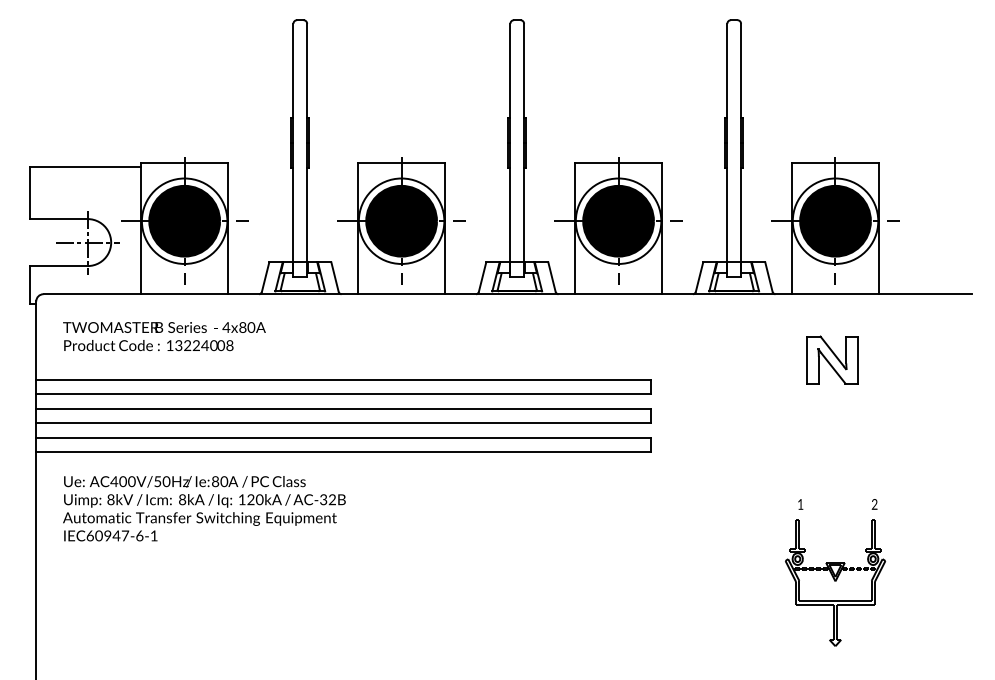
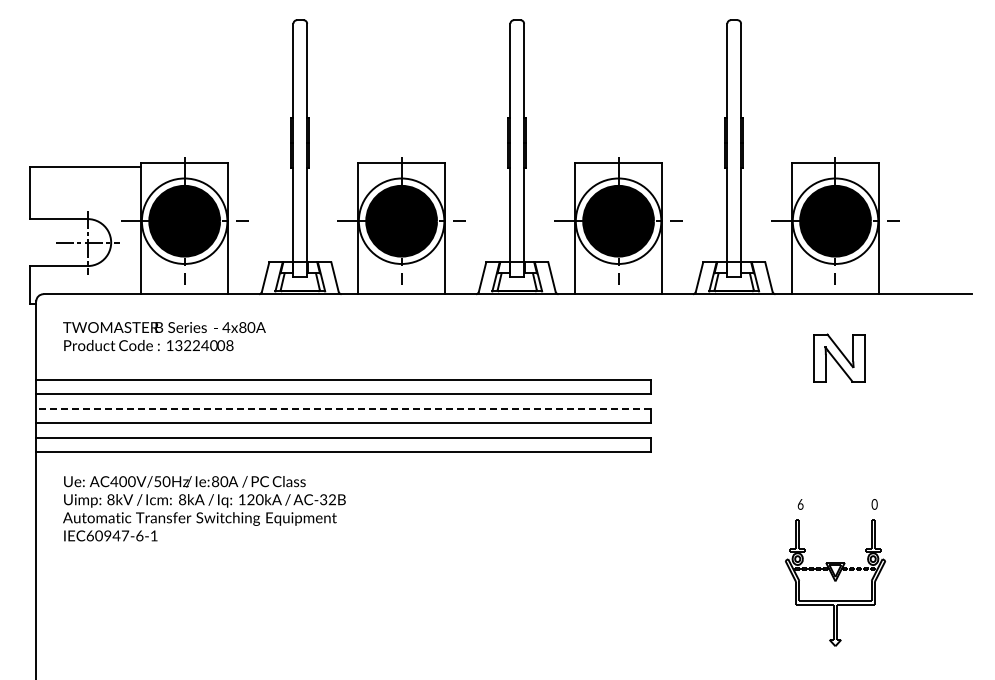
part at (832, 359) position: (832, 359) -> (839, 357)
line at (343, 408): solid -> dashed
text at (800, 504): 1 -> 6
text at (874, 504): 2 -> 0
